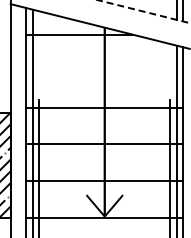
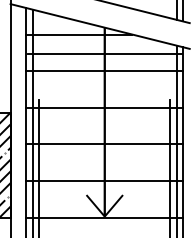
line at (144, 11): dashed -> solid
line at (104, 53): none -> present
line at (104, 71): none -> present
